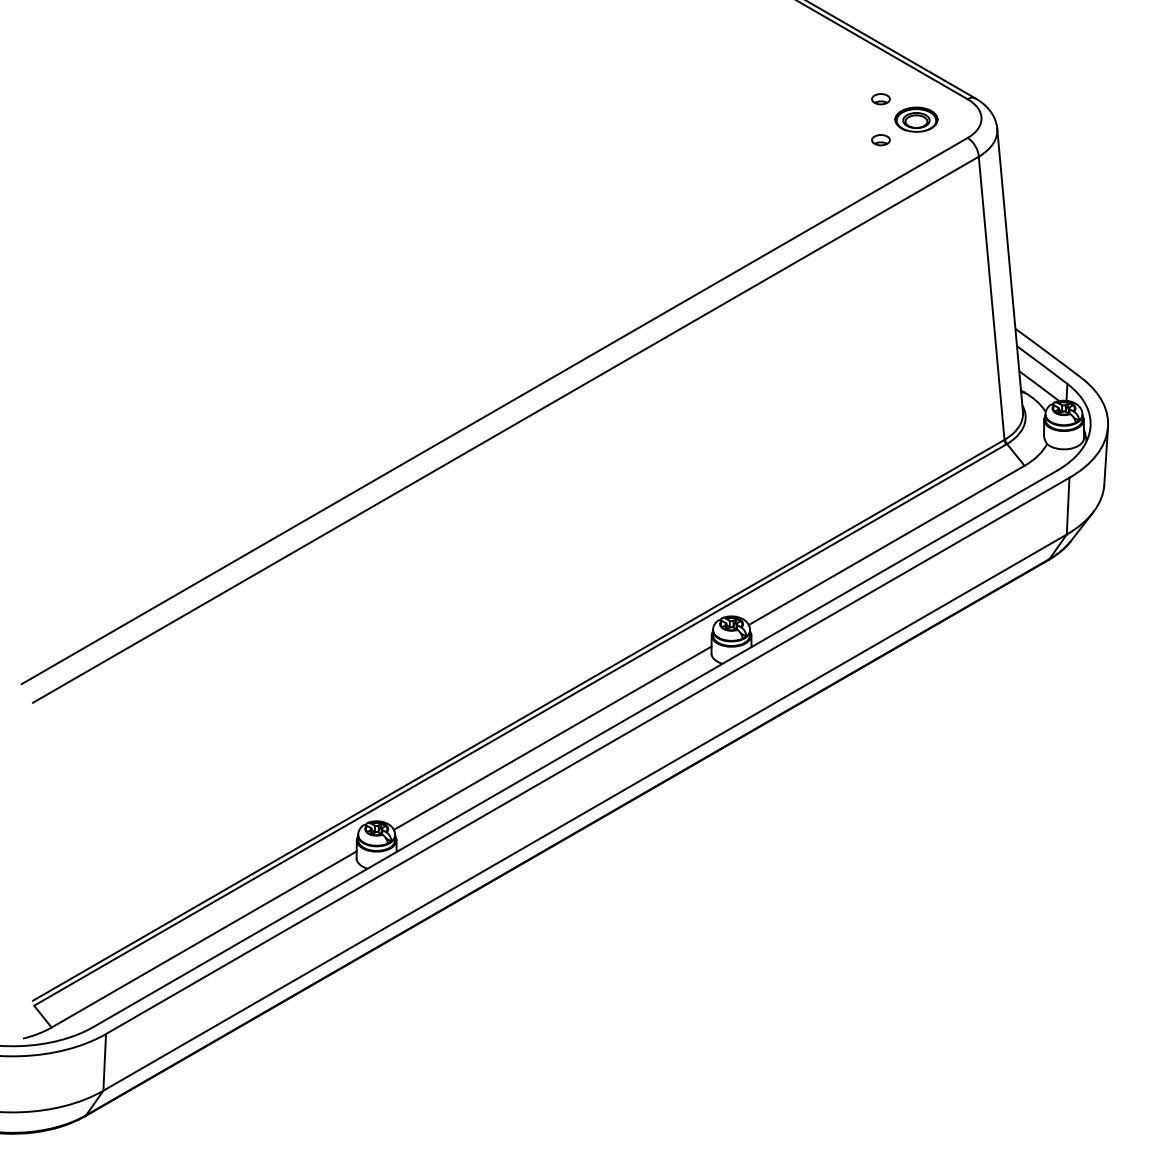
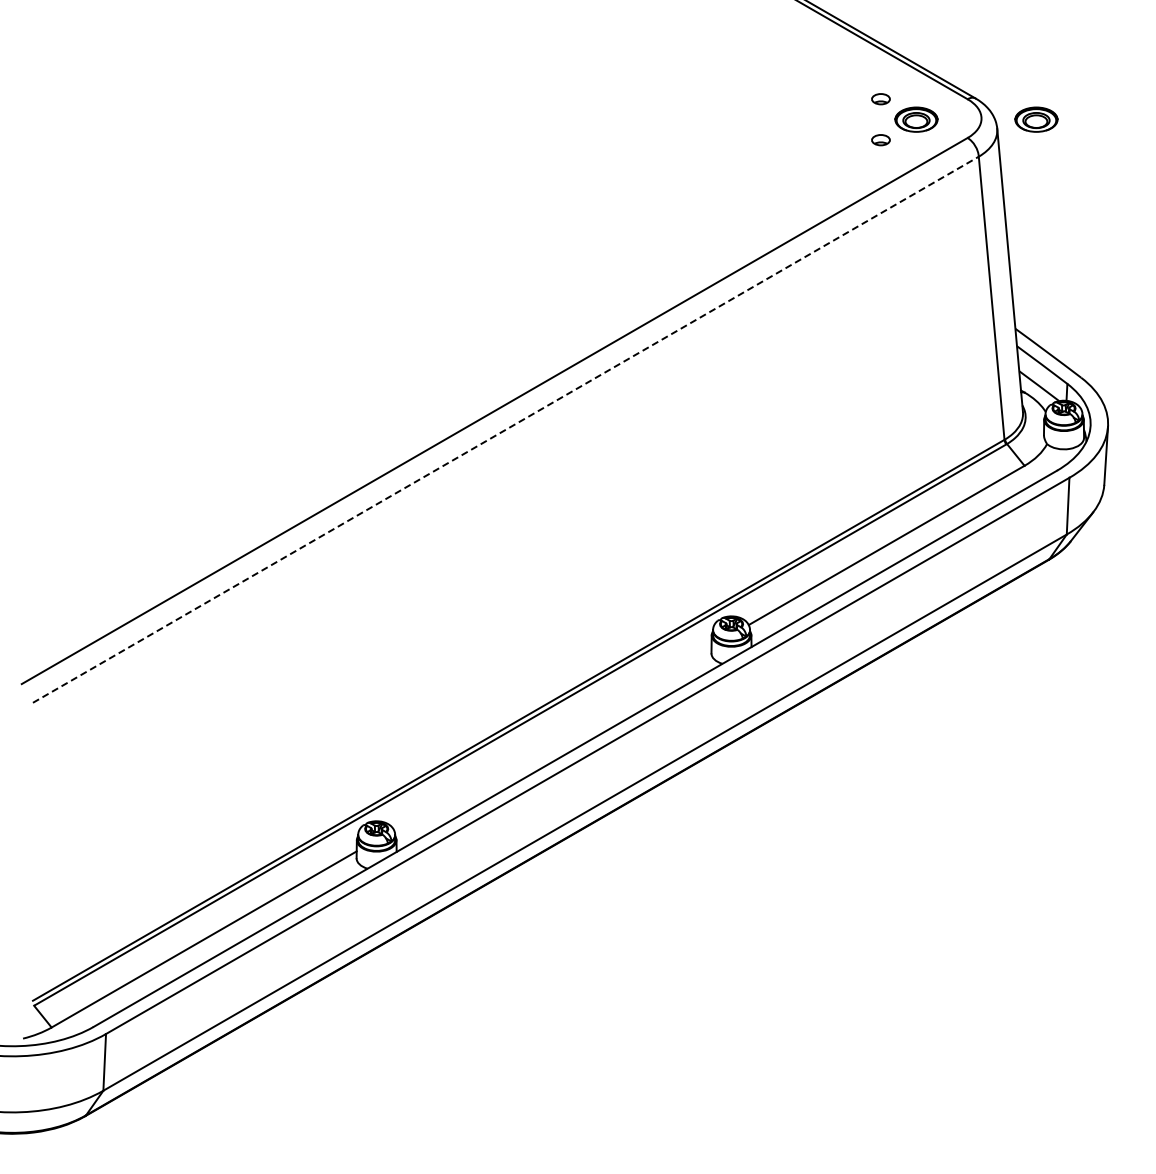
part at (1036, 119): none -> present
line at (506, 429): solid -> dashed
line at (552, 737): present -> none
